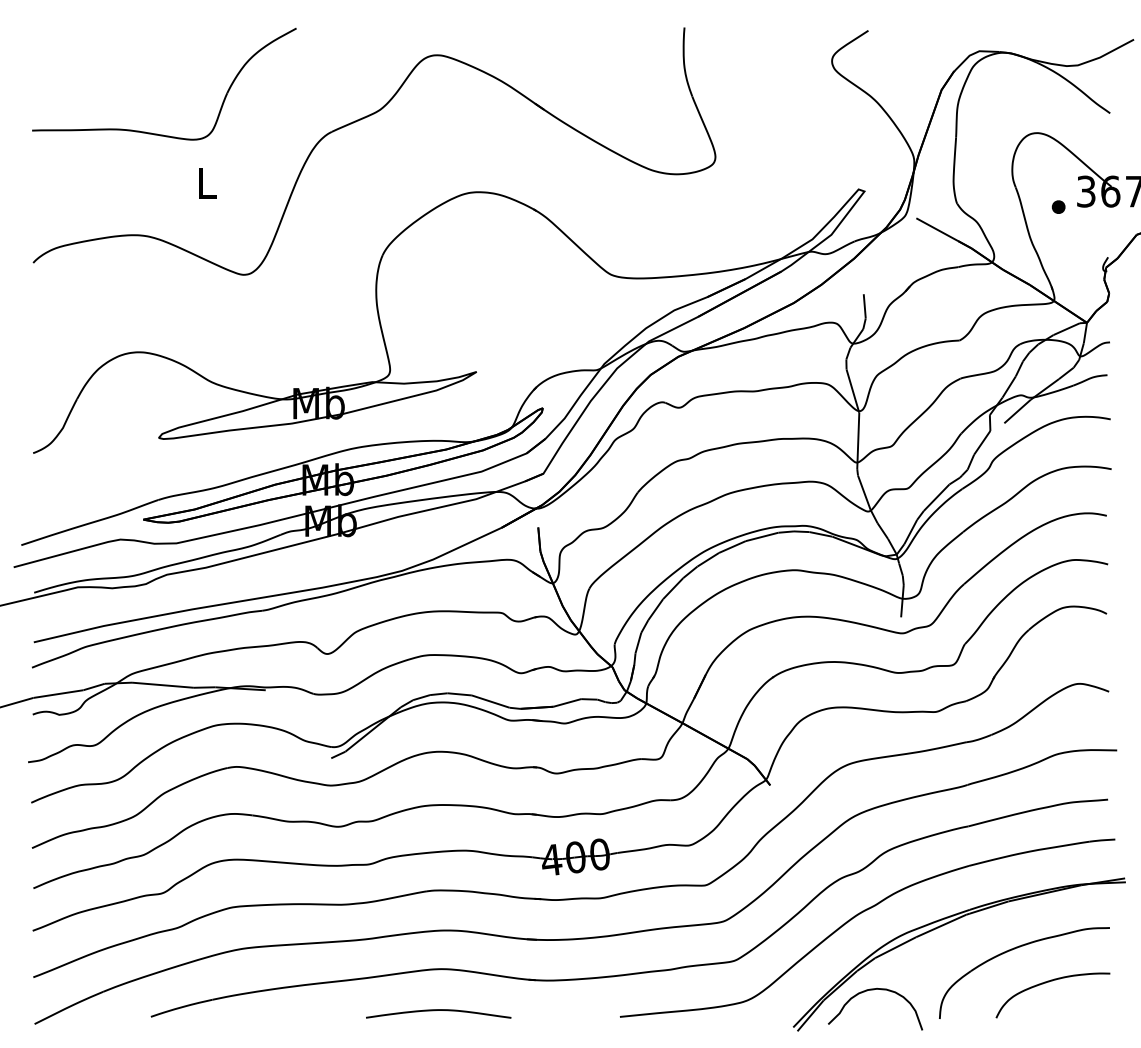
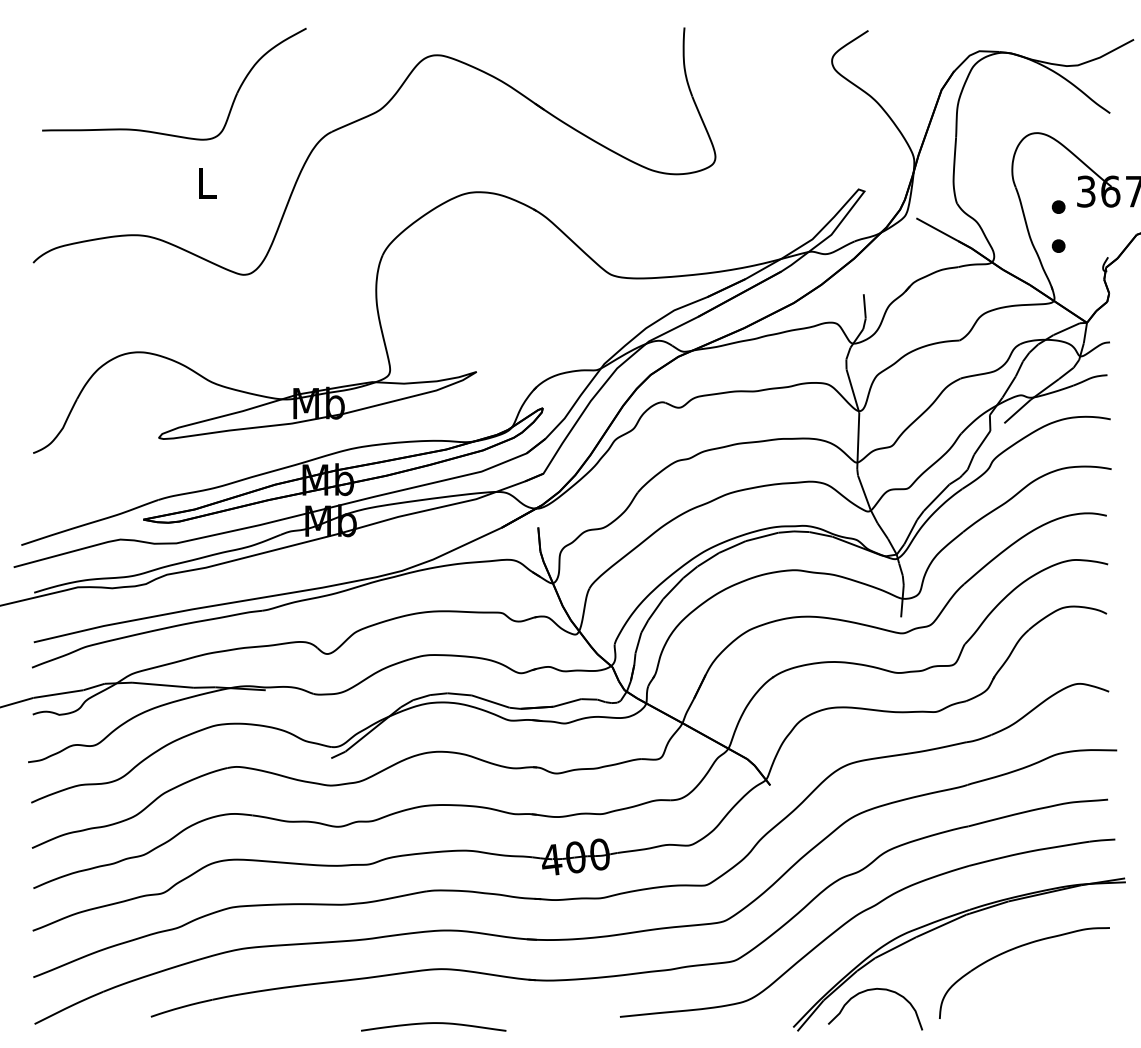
part at (157, 133) position: (157, 133) -> (167, 133)
part at (1058, 245): none -> present
curve at (1049, 982): present -> none
curve at (438, 1010) position: (438, 1010) -> (433, 1023)
